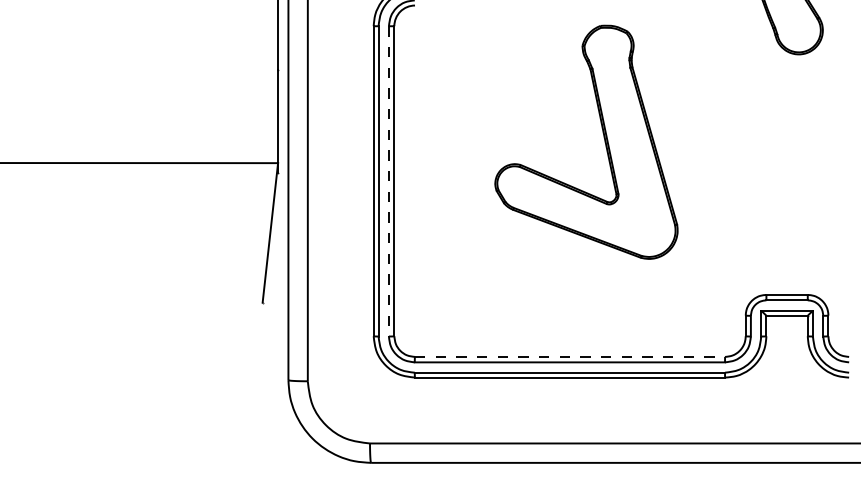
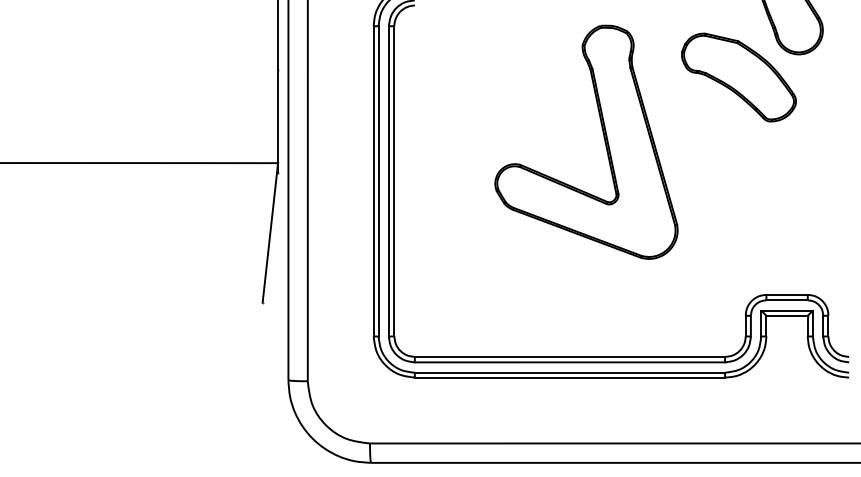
part at (738, 77): none -> present
line at (388, 181): dashed -> solid
line at (570, 356): dashed -> solid
